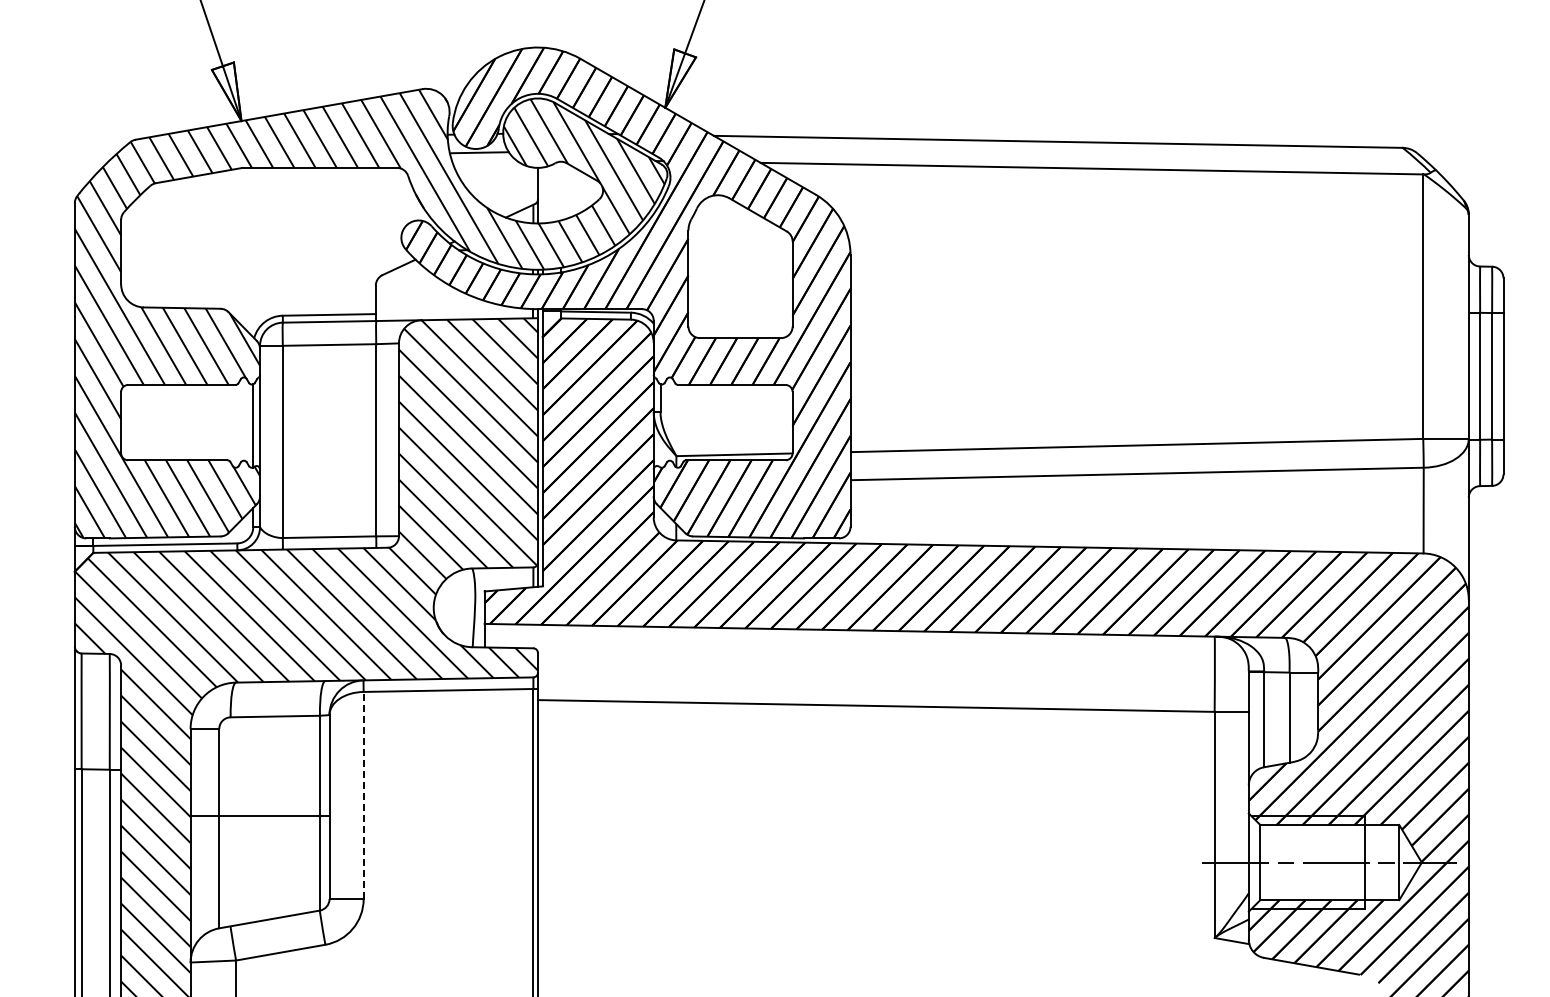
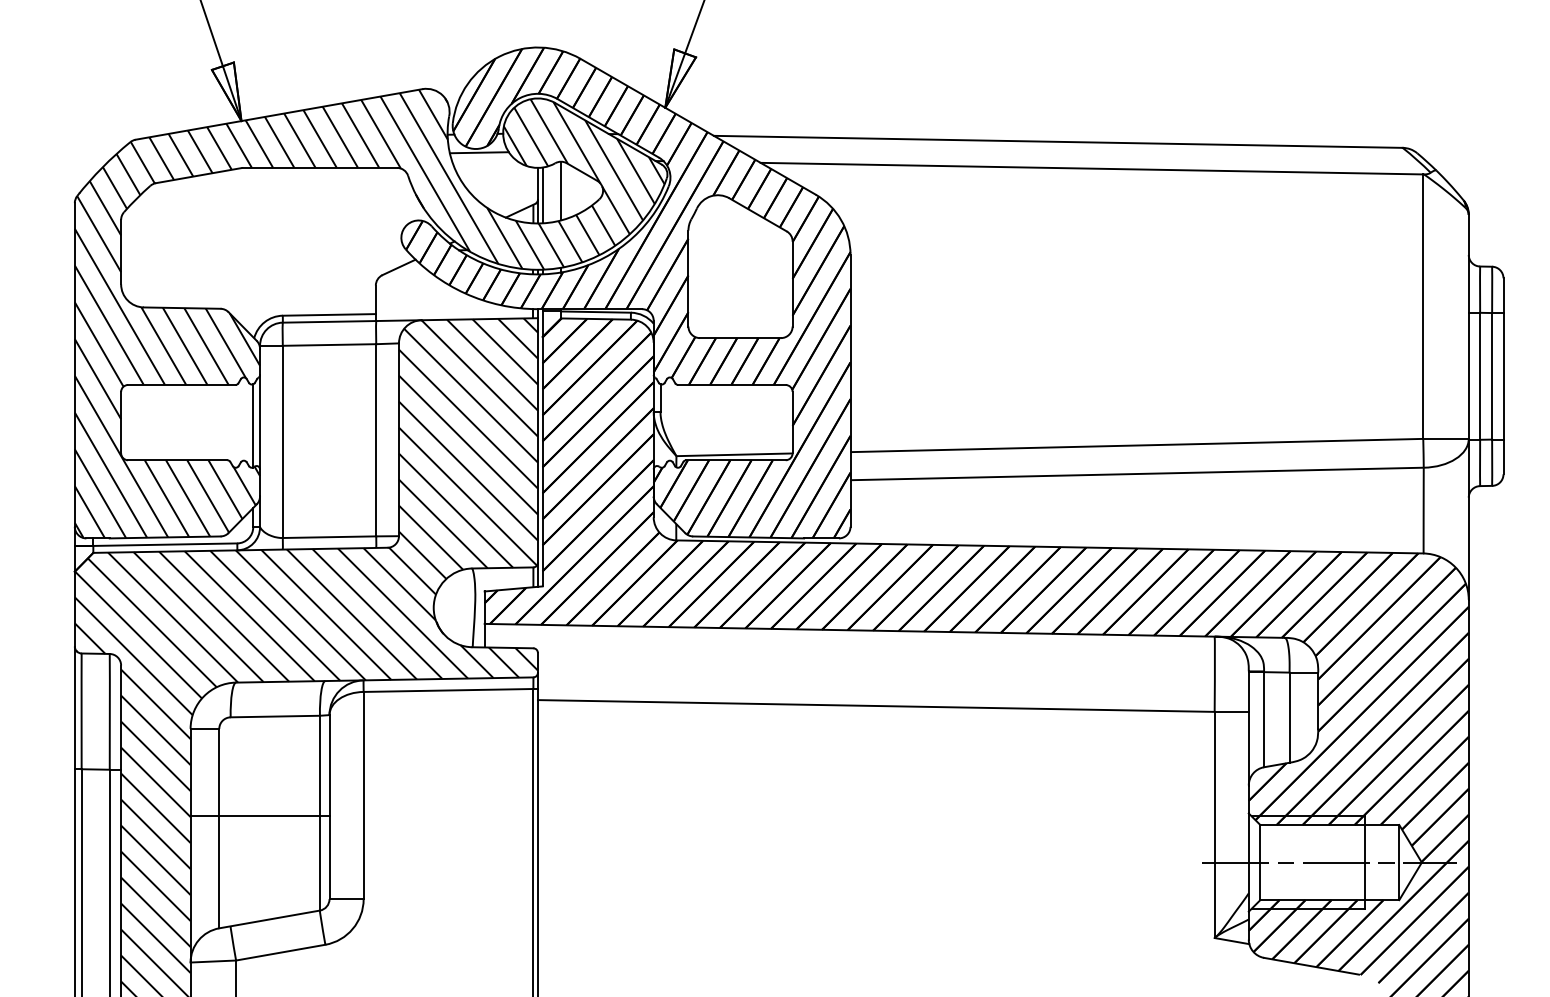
line at (561, 190): none -> present
line at (542, 195): none -> present
line at (363, 795): dashed -> solid
